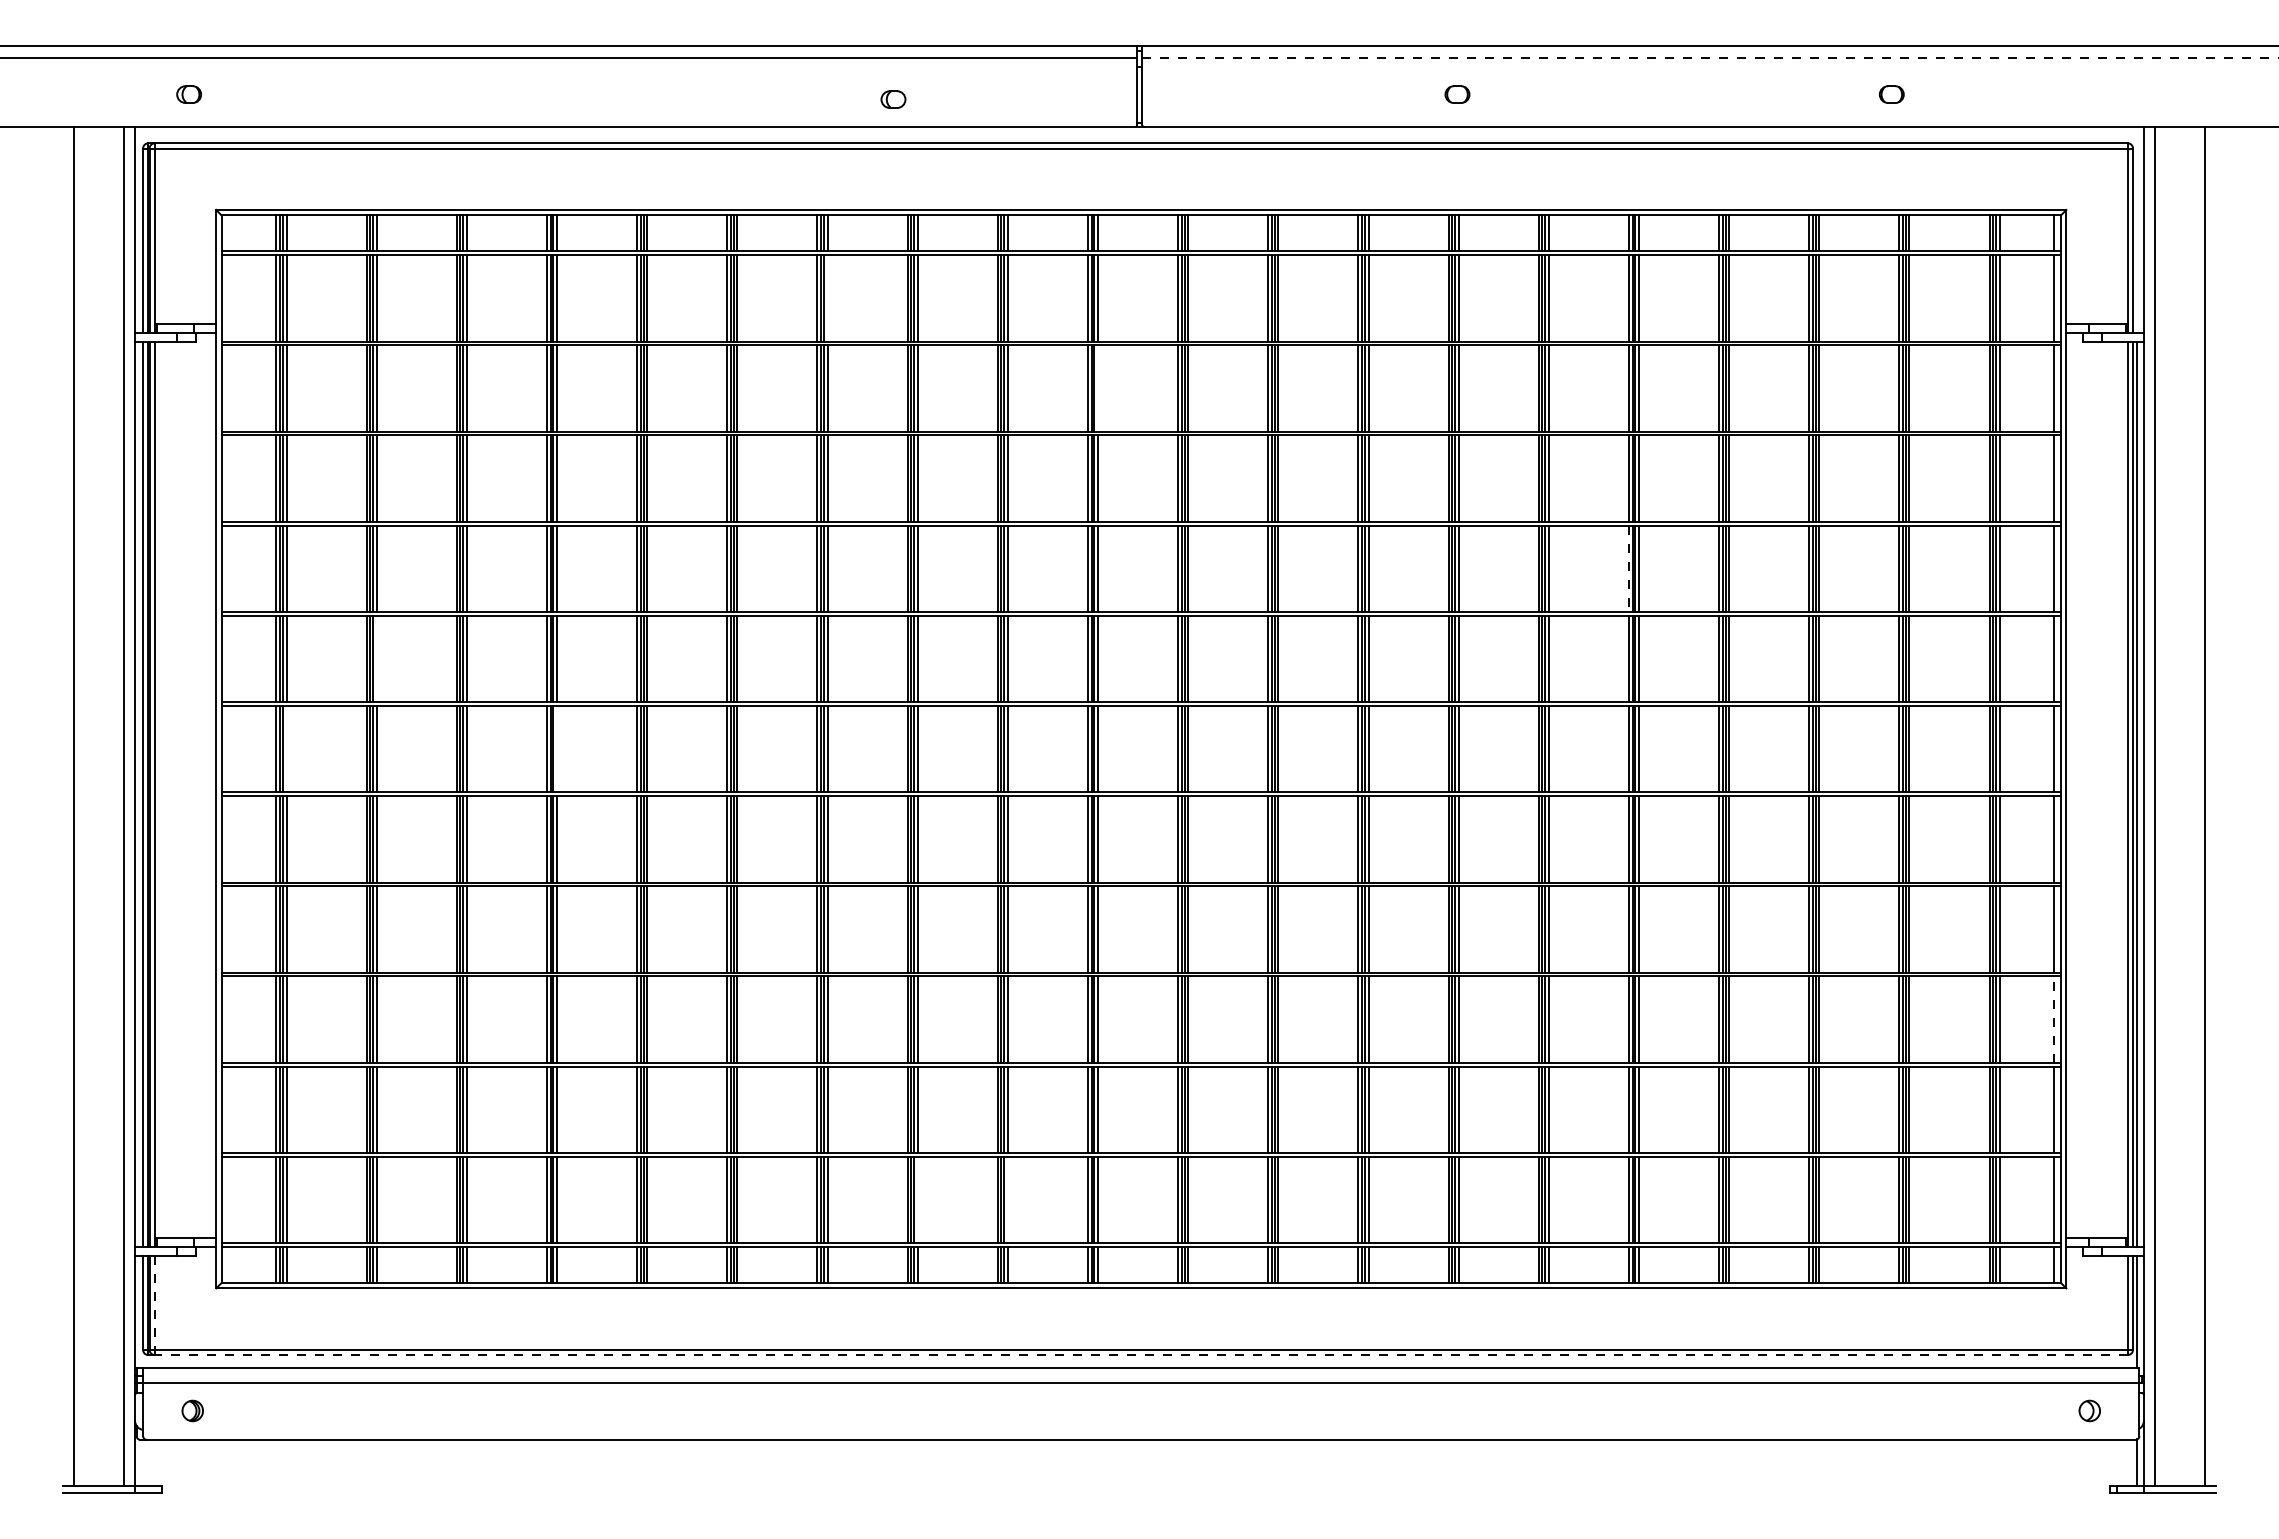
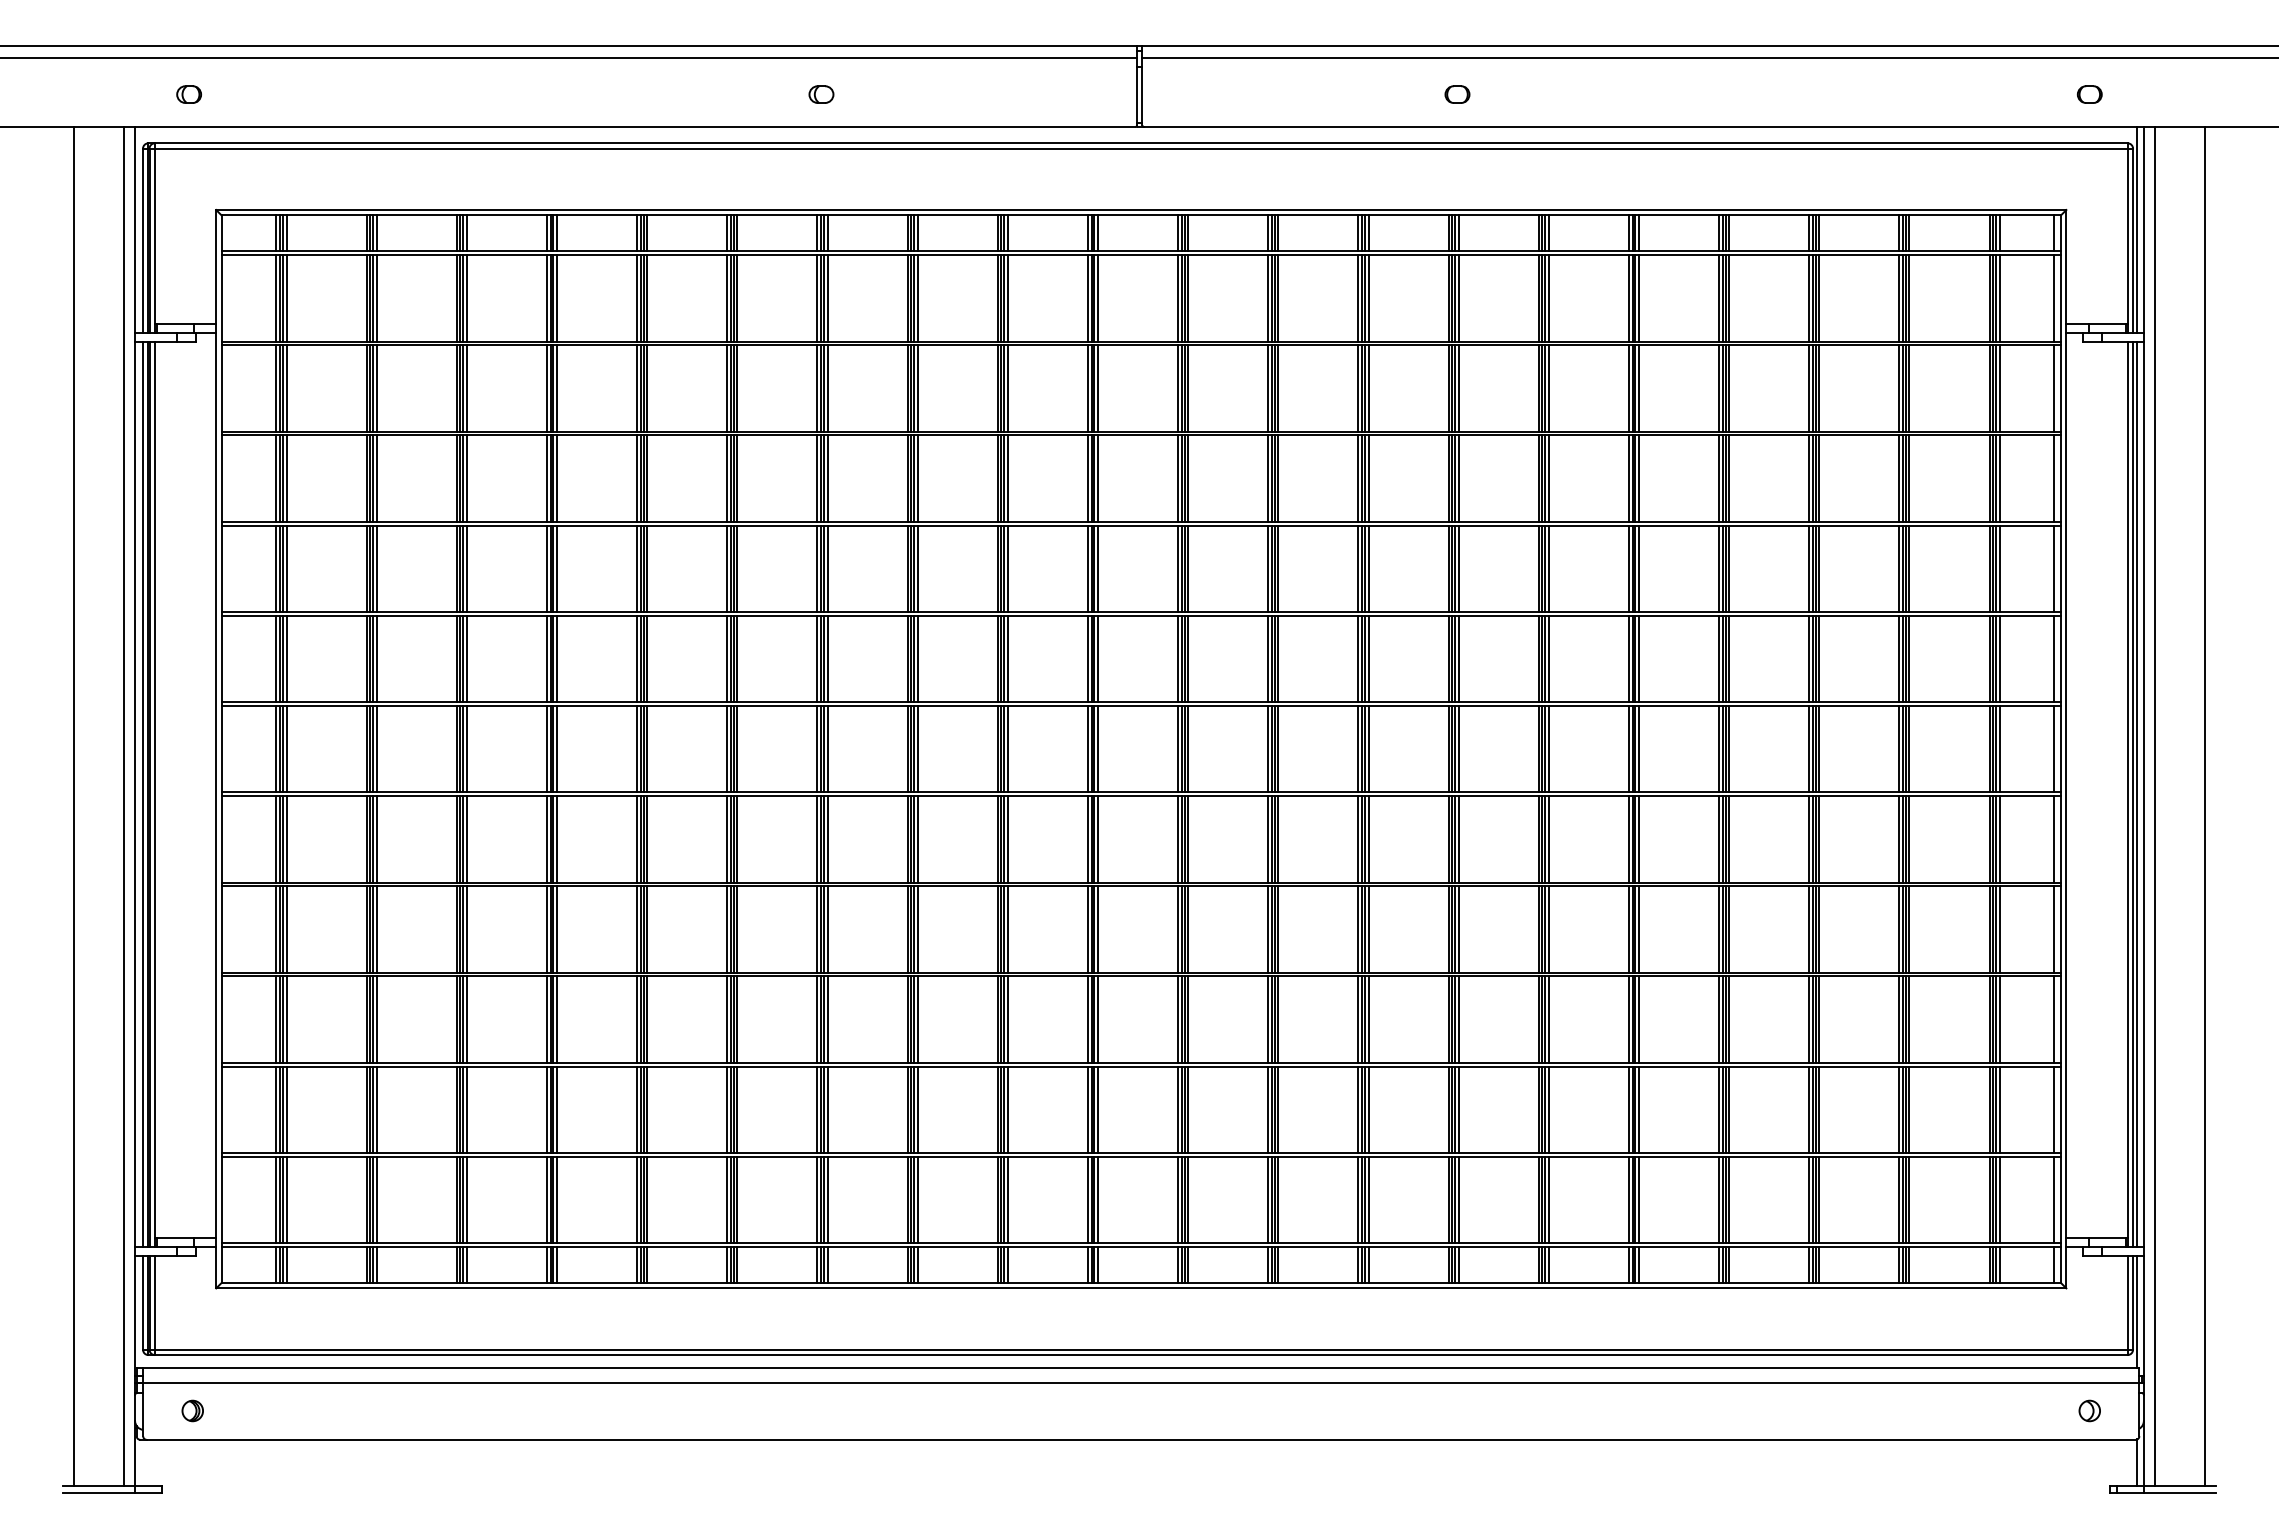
line at (1711, 57): dashed -> solid
part at (1891, 94) position: (1891, 94) -> (2089, 94)
part at (893, 99) position: (893, 99) -> (821, 94)
line at (2137, 229): none -> present
line at (827, 298): none -> present
line at (1098, 388): none -> present
line at (1628, 569): dashed -> solid
line at (376, 658): none -> present
line at (286, 748): none -> present
line at (557, 748): none -> present
line at (2054, 1019): dashed -> solid
line at (917, 1199): none -> present
line at (1007, 1199): none -> present
line at (154, 1302): dashed -> solid
line at (1140, 1355): dashed -> solid
